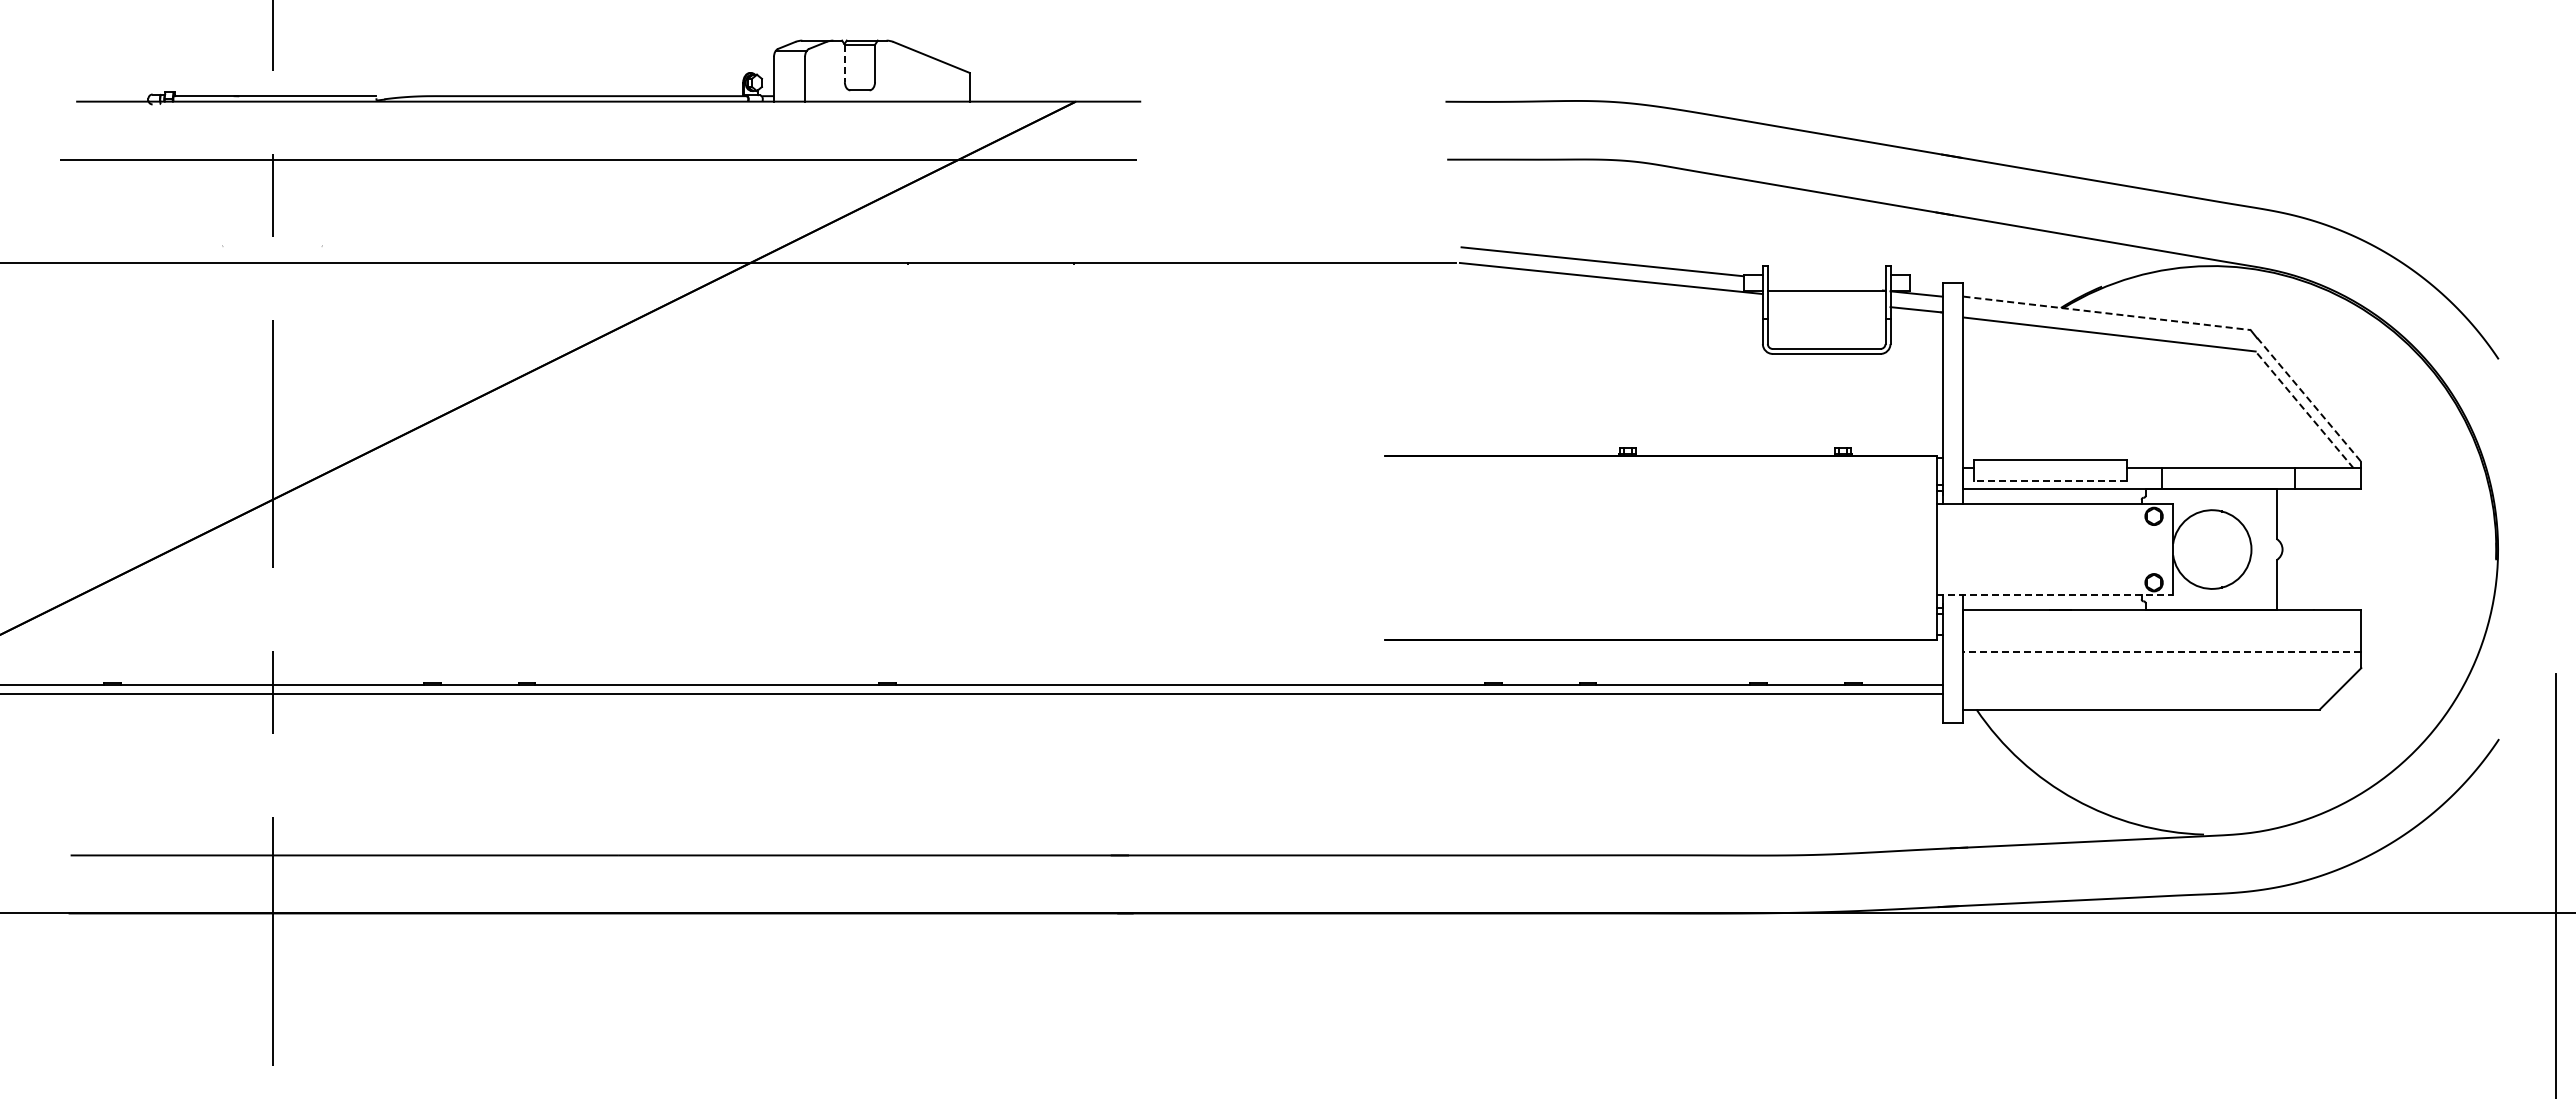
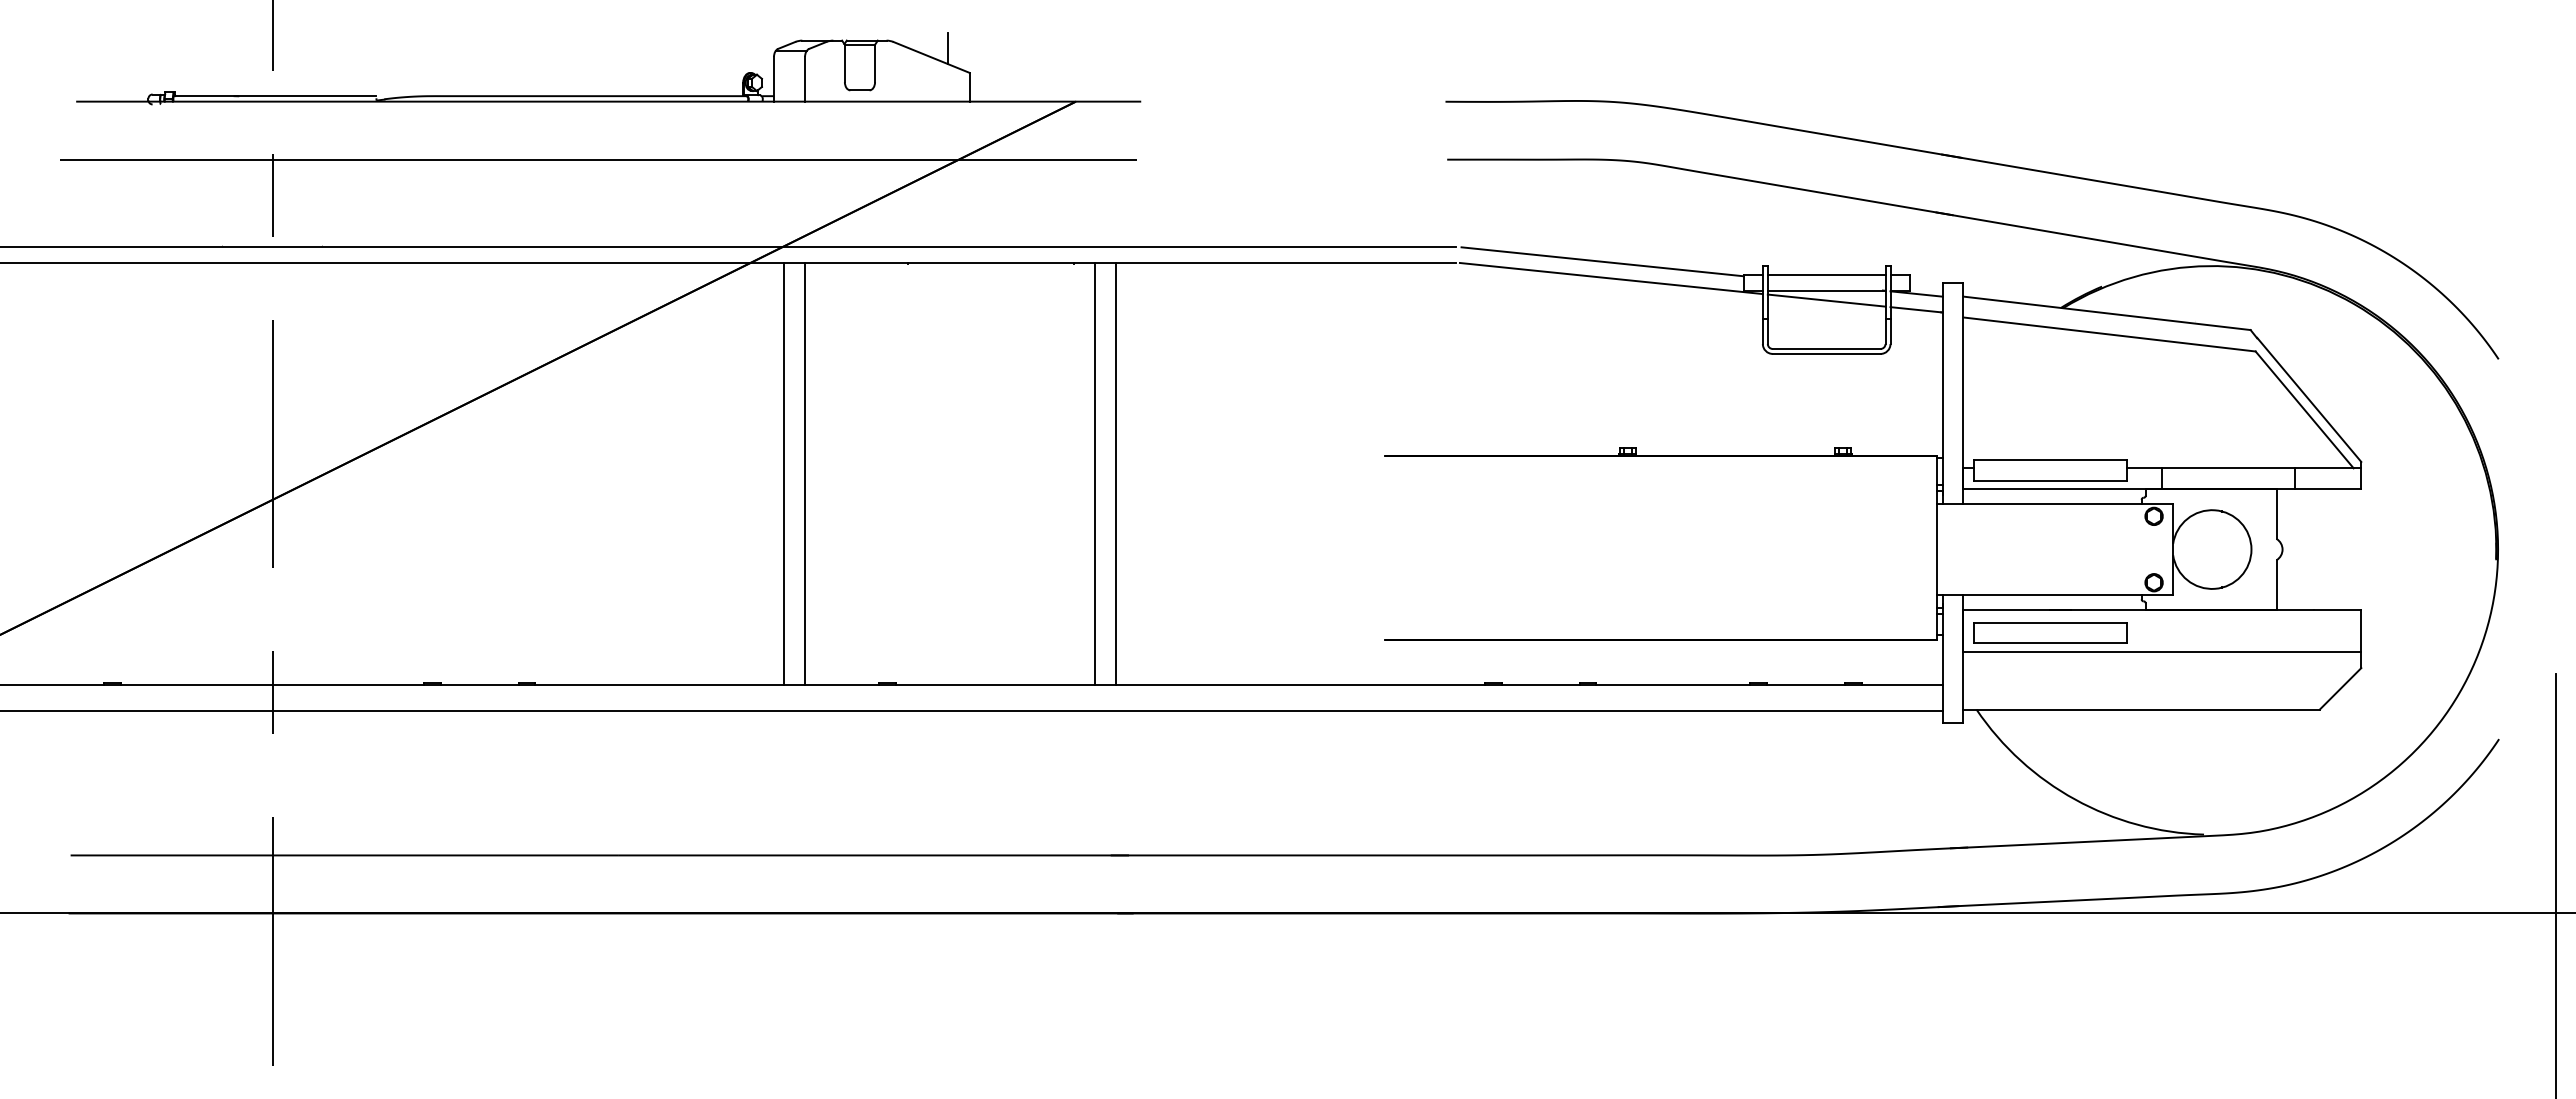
line at (948, 48): none -> present
line at (844, 63): dashed -> solid
line at (728, 247): none -> present
line at (1826, 274): none -> present
line at (1826, 300): none -> present
line at (2107, 313): dashed -> solid
line at (2309, 399): dashed -> solid
line at (2304, 409): dashed -> solid
line at (783, 473): none -> present
line at (804, 473): none -> present
line at (1094, 473): none -> present
line at (1115, 473): none -> present
line at (2049, 480): dashed -> solid
line at (2055, 595): dashed -> solid
part at (2050, 632): none -> present
line at (2162, 651): dashed -> solid
line at (972, 694) position: (972, 694) -> (972, 711)
